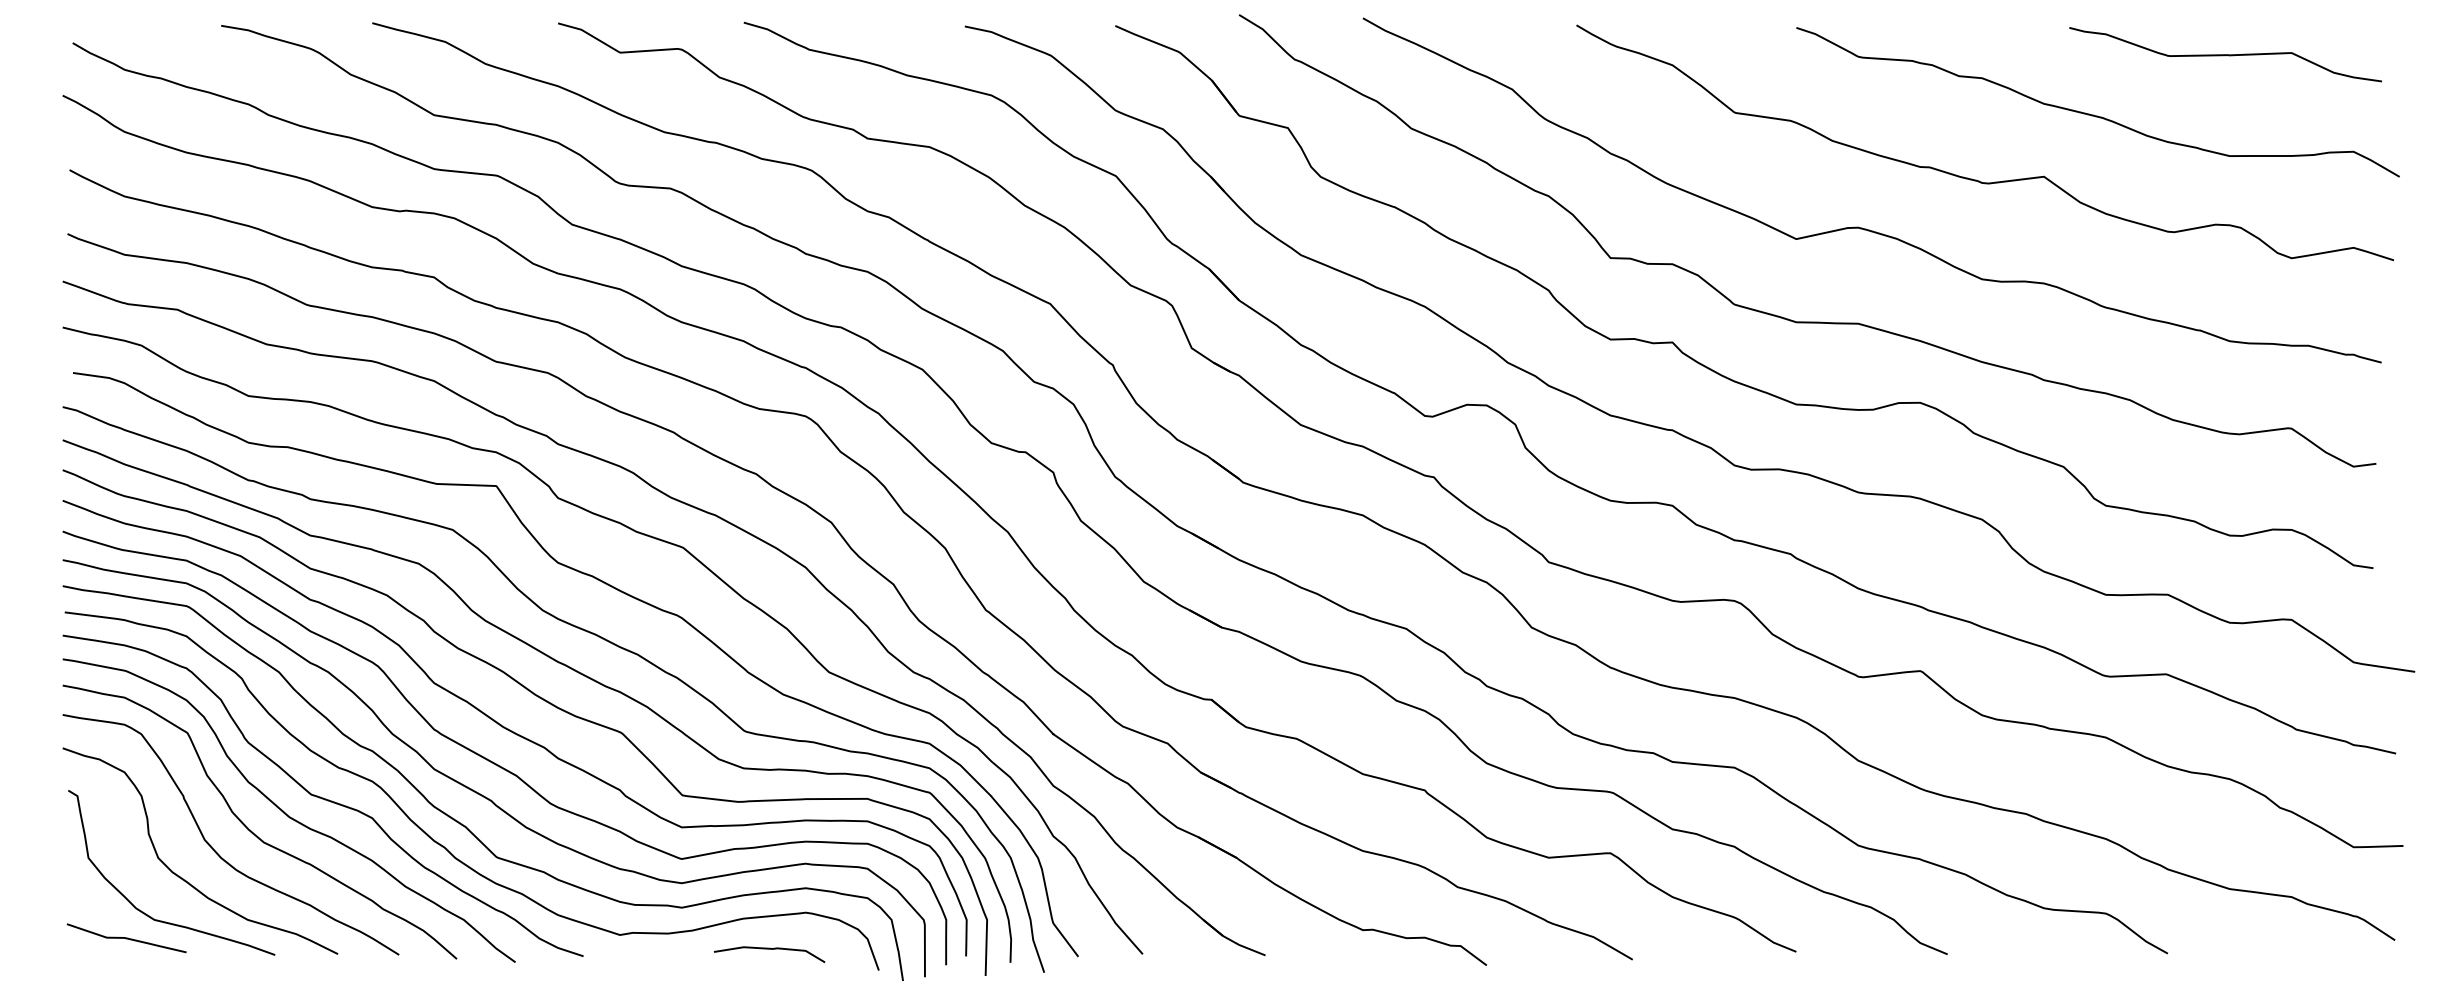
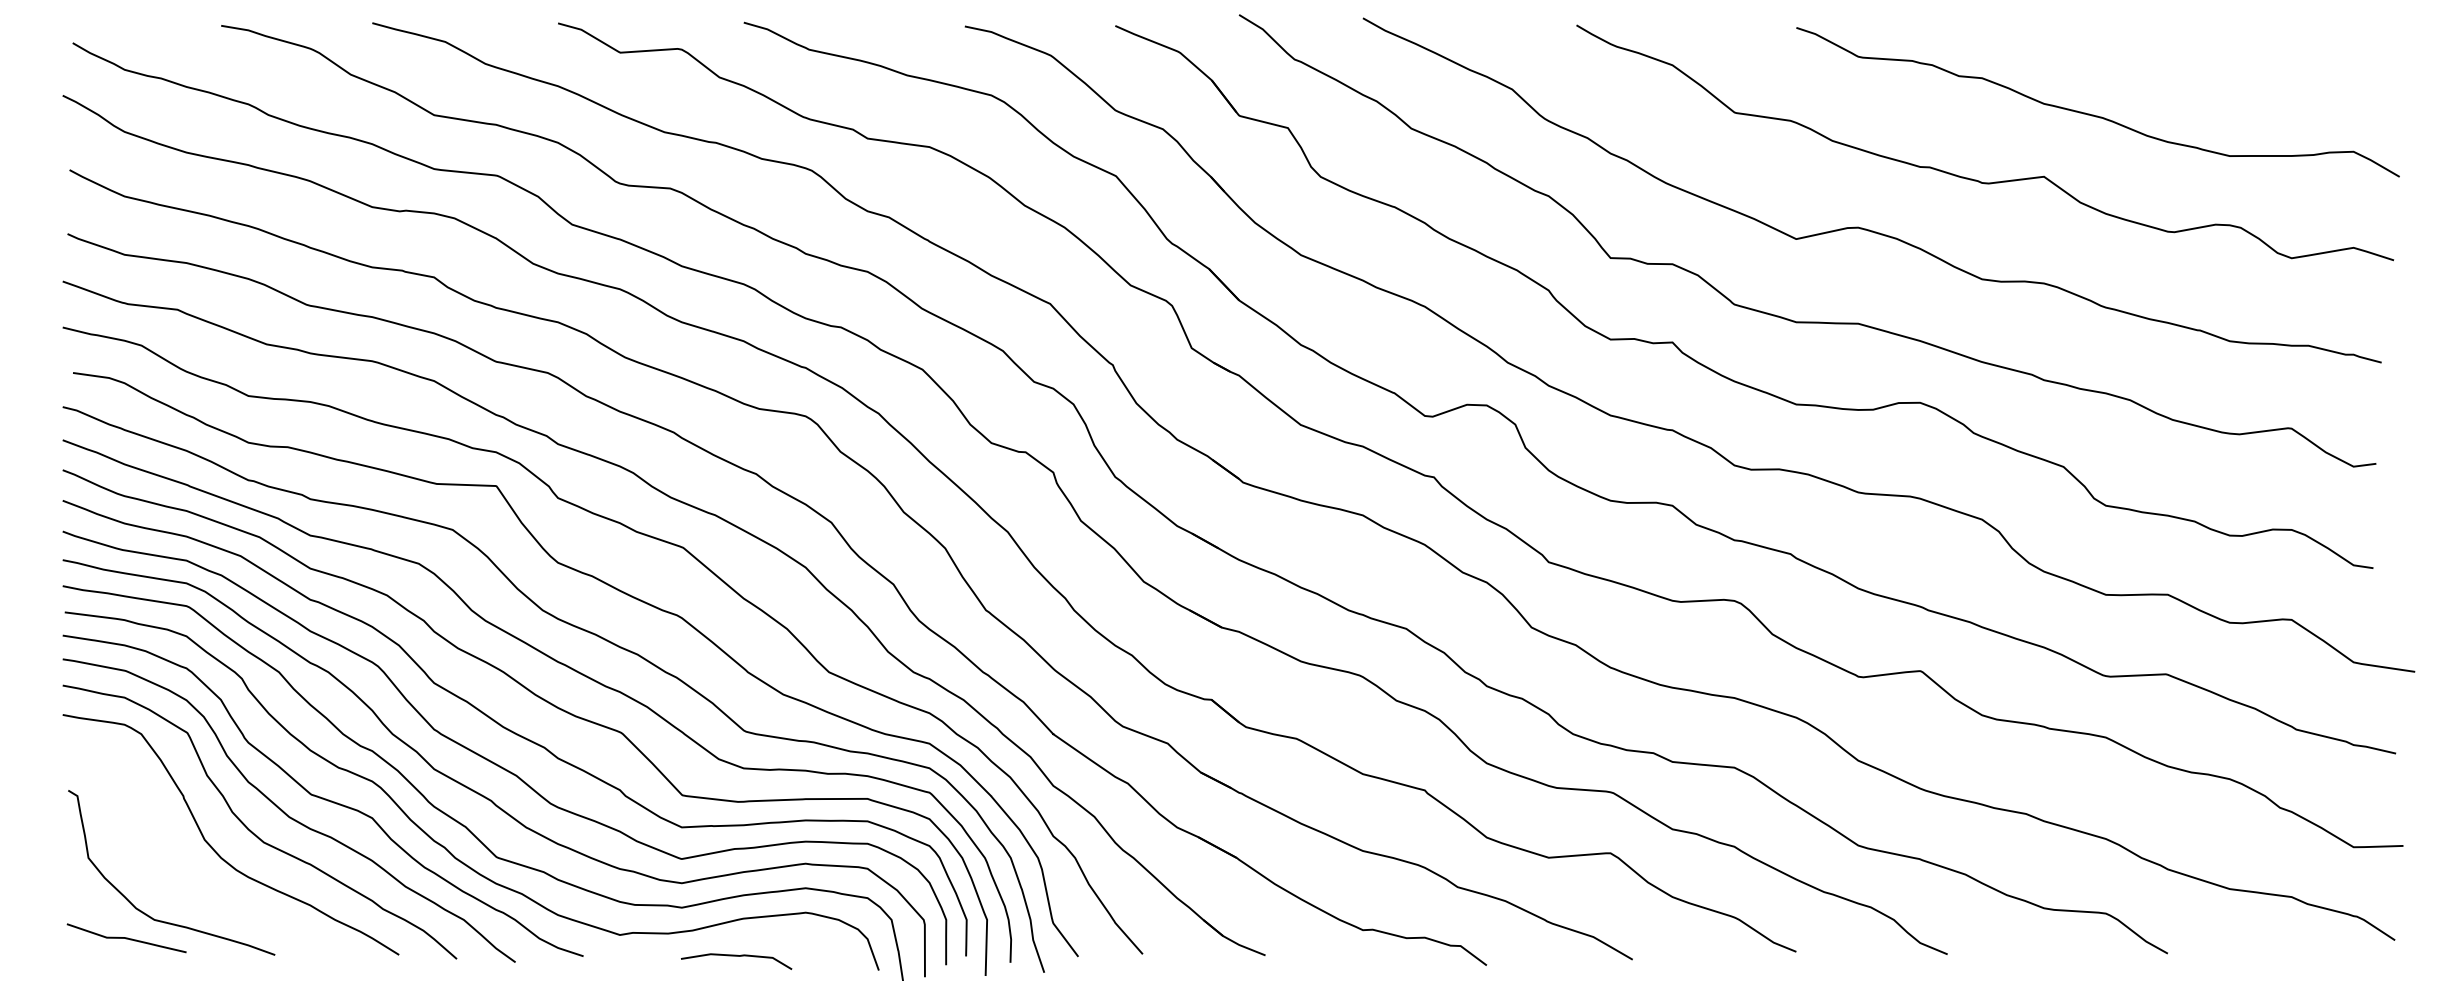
curve at (2225, 54): present -> none
curve at (182, 877): present -> none
curve at (769, 949) position: (769, 949) -> (736, 956)
